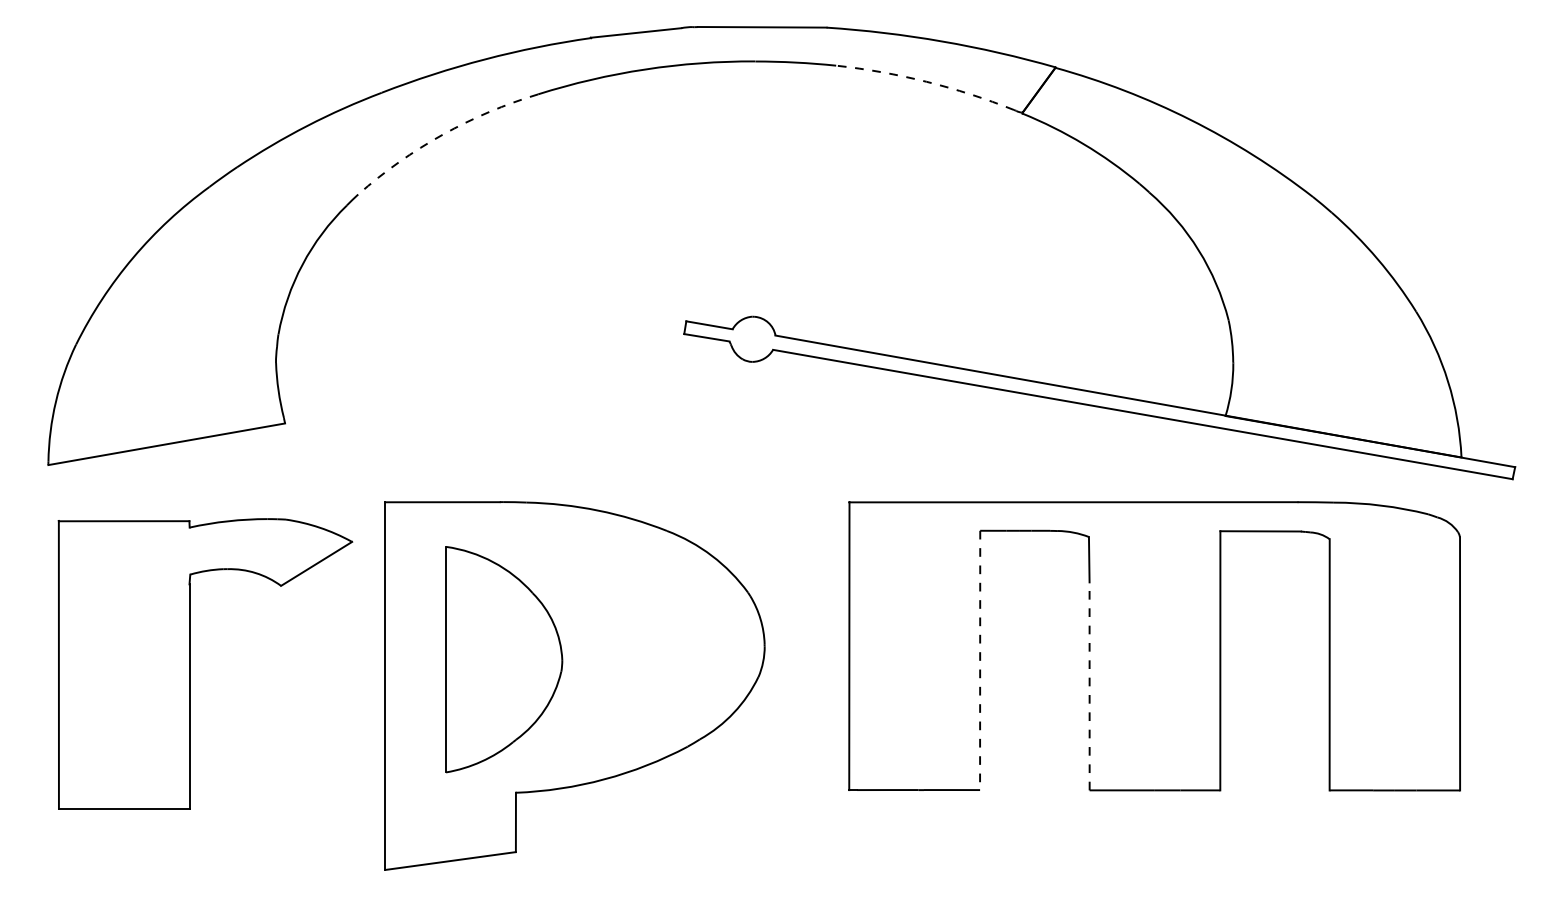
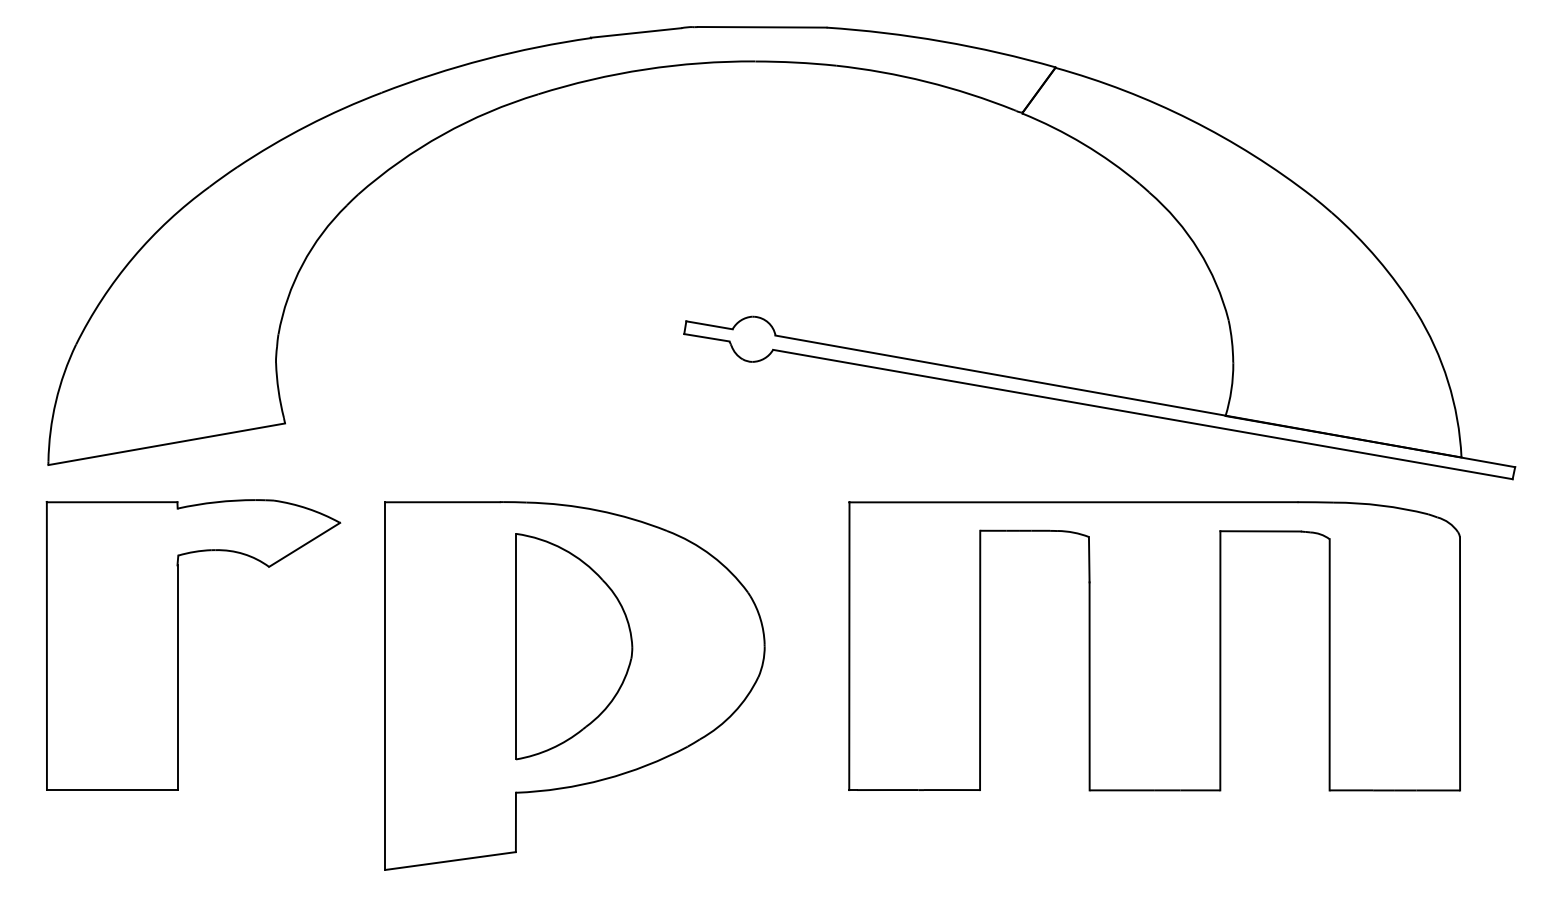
arc at (926, 81): dashed -> solid
arc at (442, 134): dashed -> solid
part at (504, 659) position: (504, 659) -> (574, 646)
line at (980, 660): dashed -> solid
part at (190, 663) position: (190, 663) -> (178, 644)
line at (1089, 686): dashed -> solid
